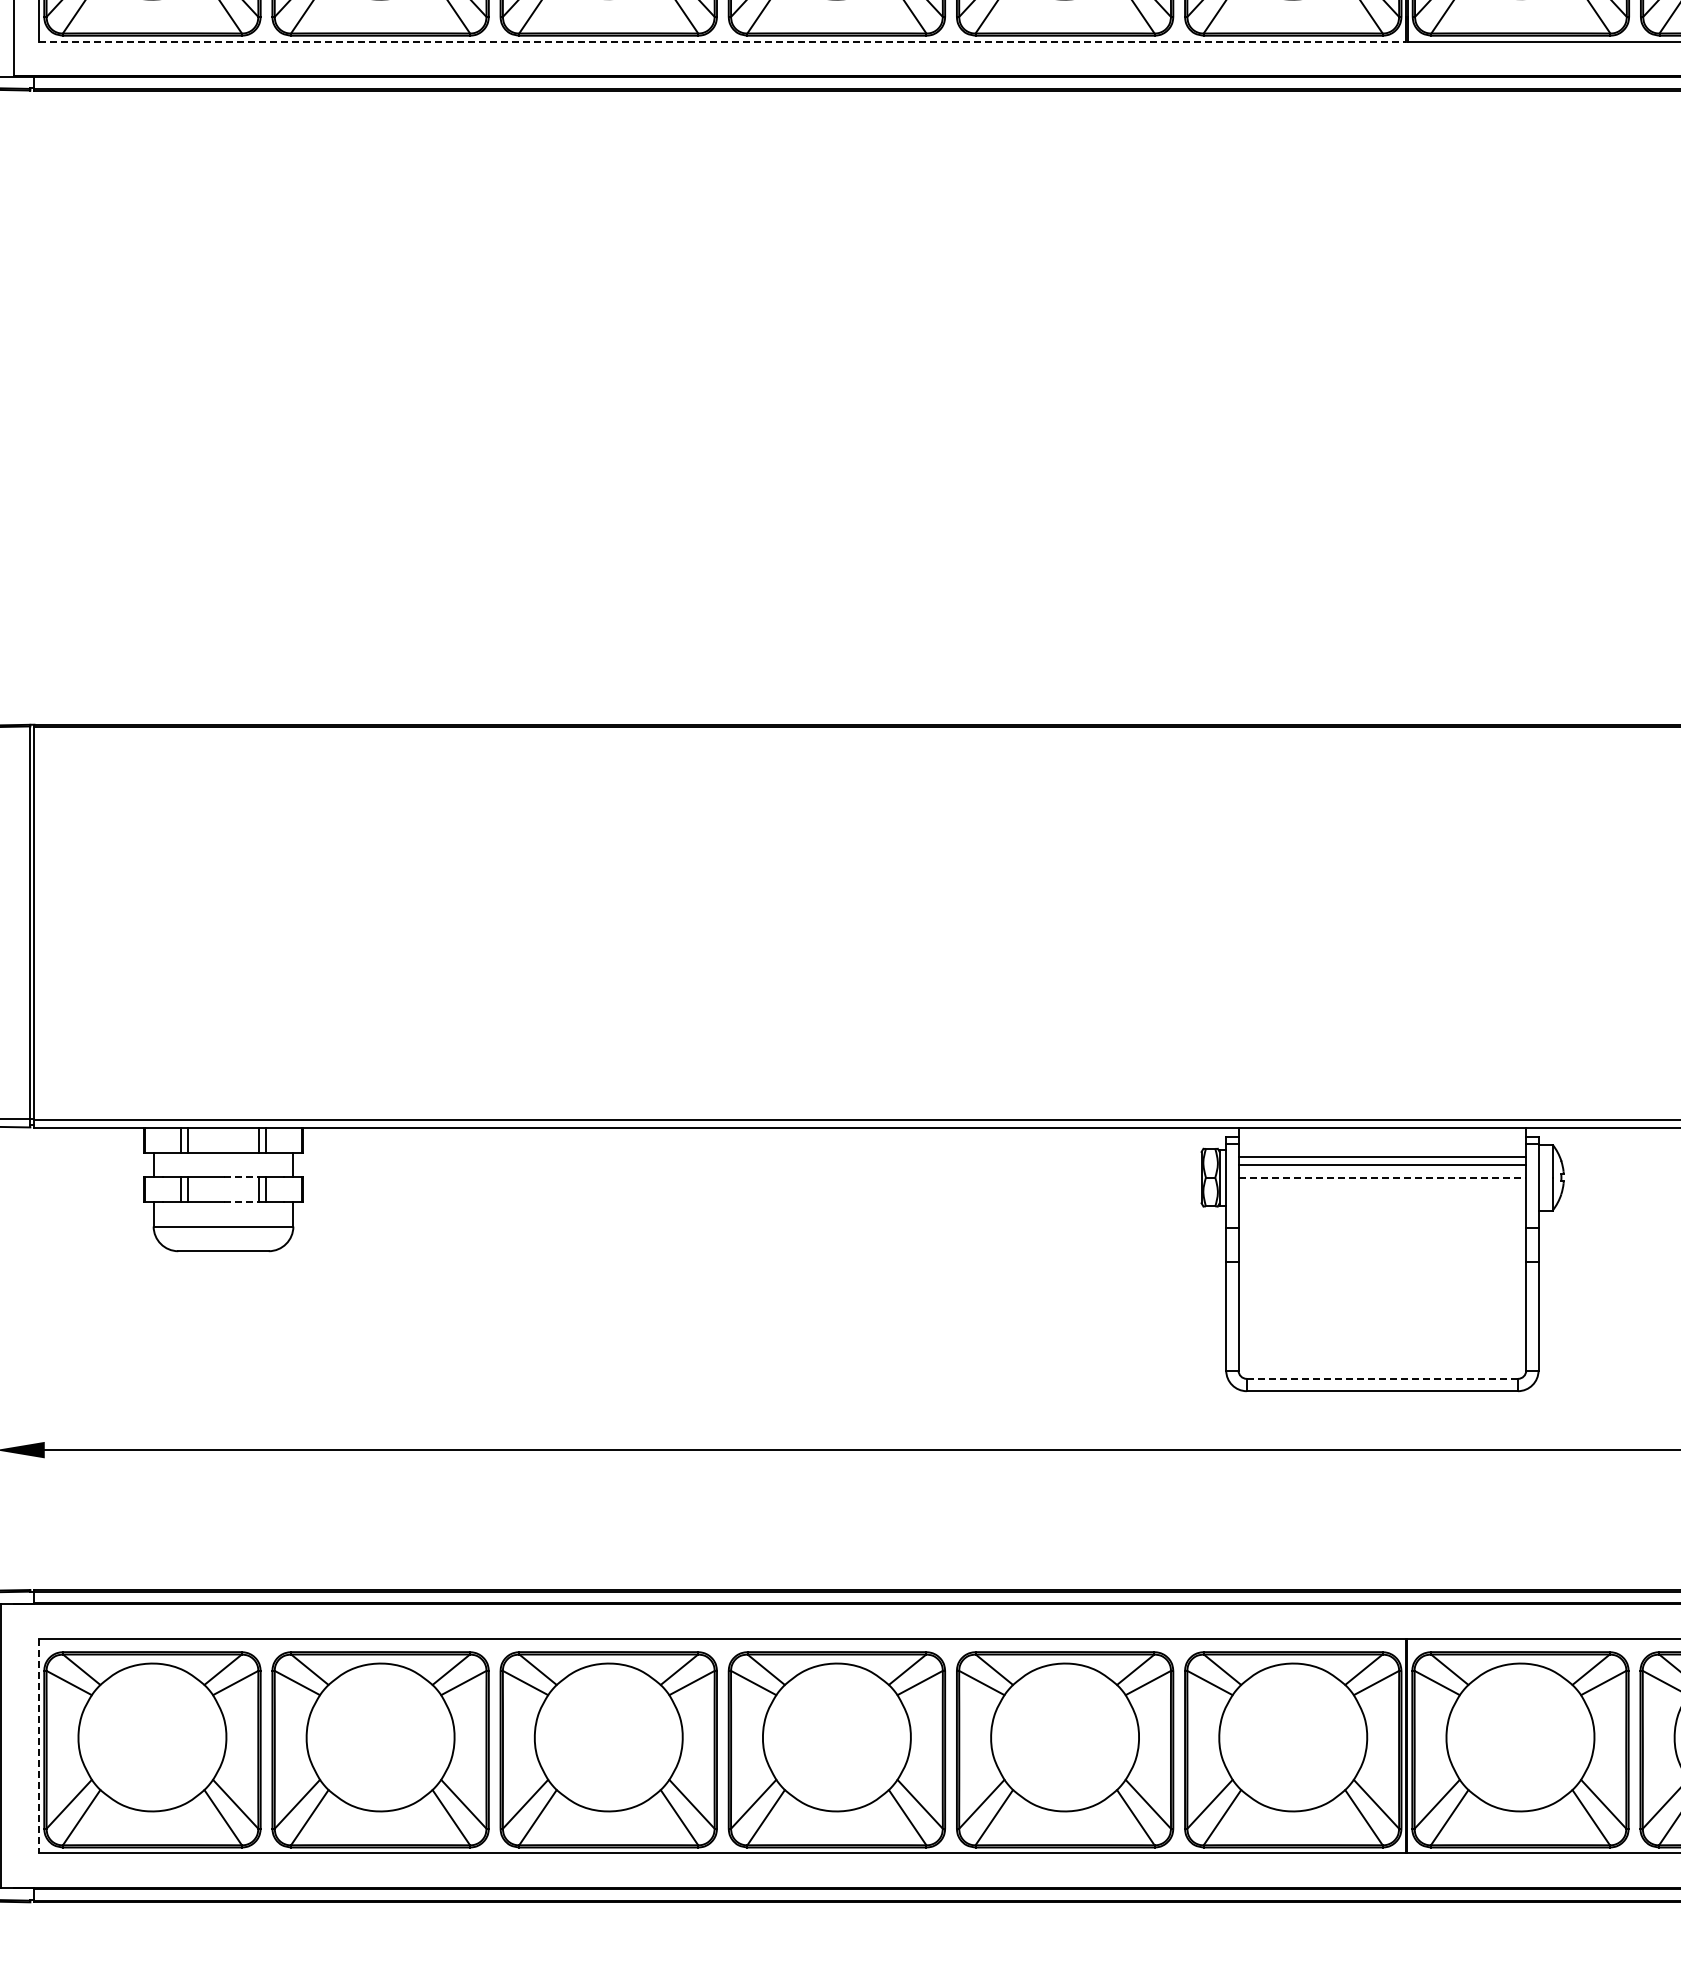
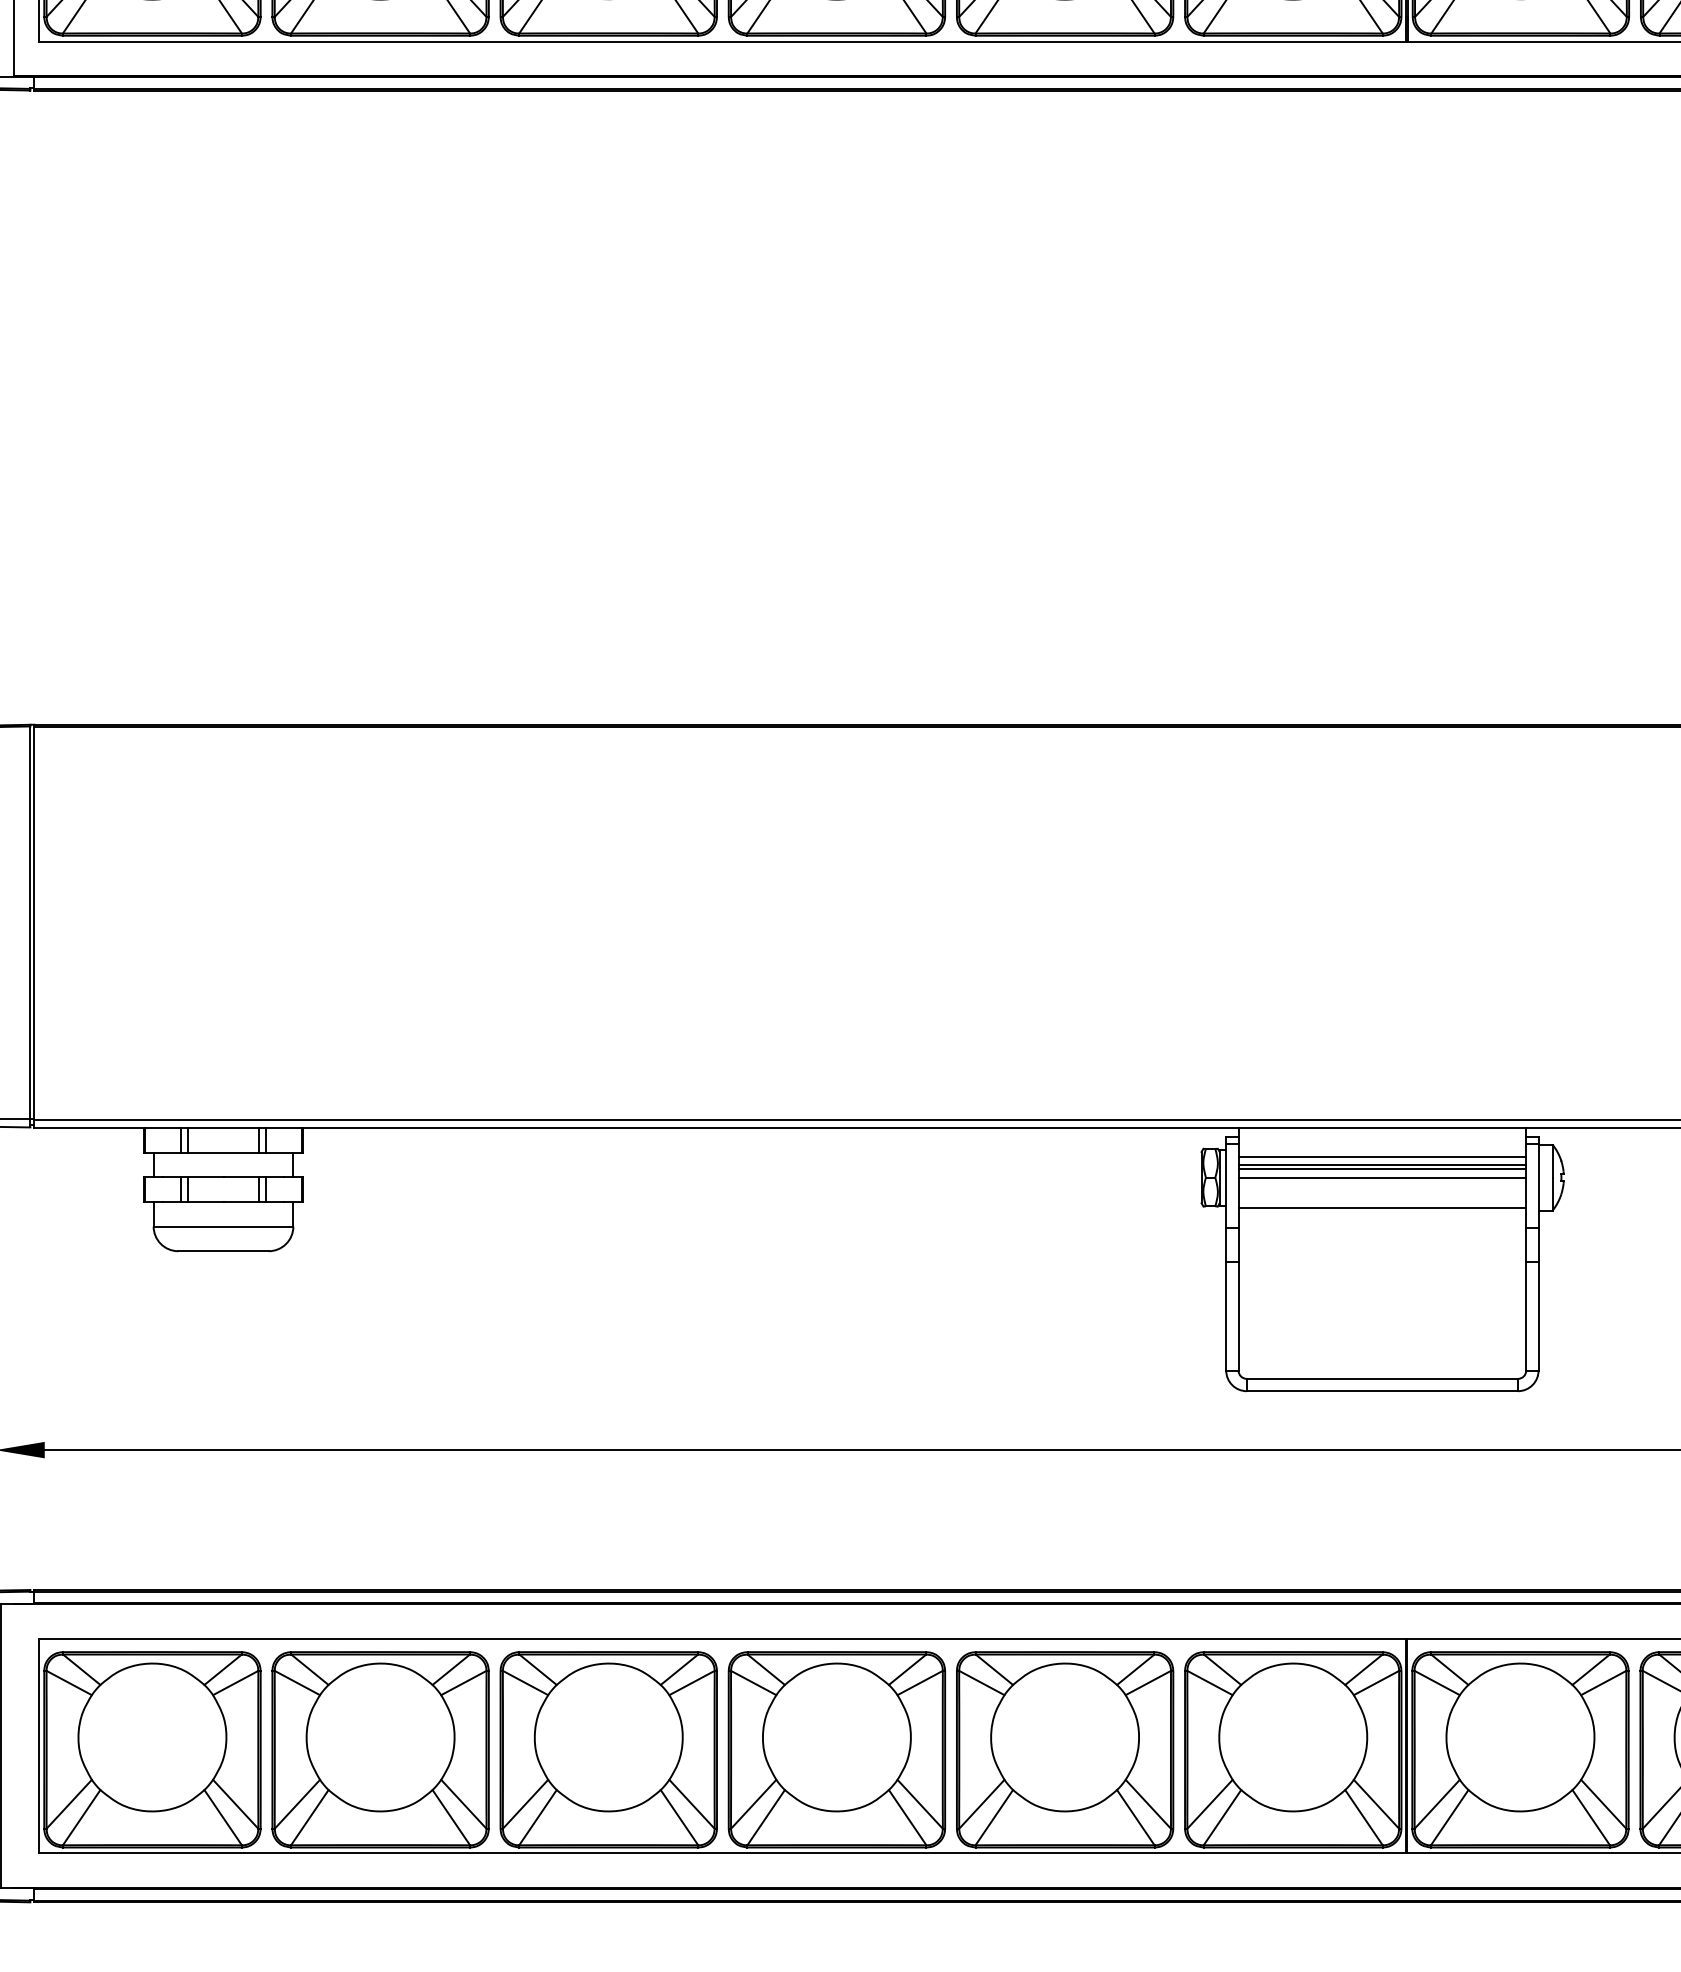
line at (722, 41): dashed -> solid
line at (1382, 1169): none -> present
line at (241, 1177): dashed -> solid
line at (1382, 1177): dashed -> solid
line at (241, 1201): dashed -> solid
line at (1382, 1208): none -> present
line at (1382, 1378): dashed -> solid
line at (39, 1746): dashed -> solid
